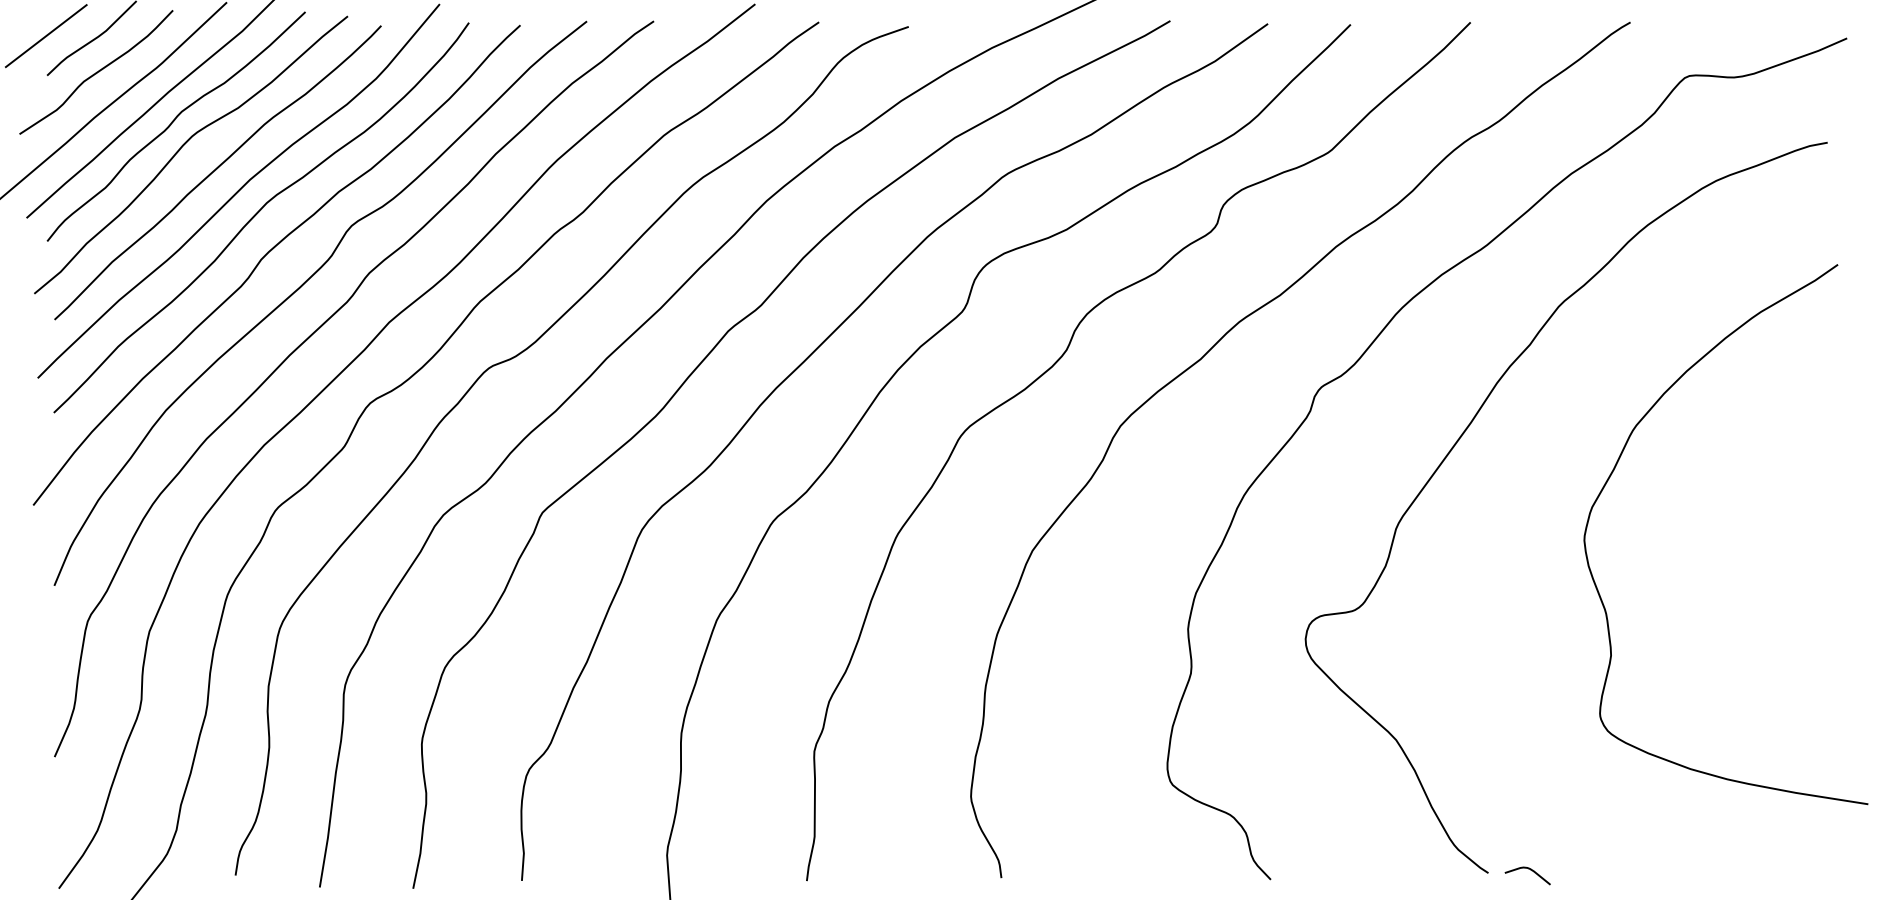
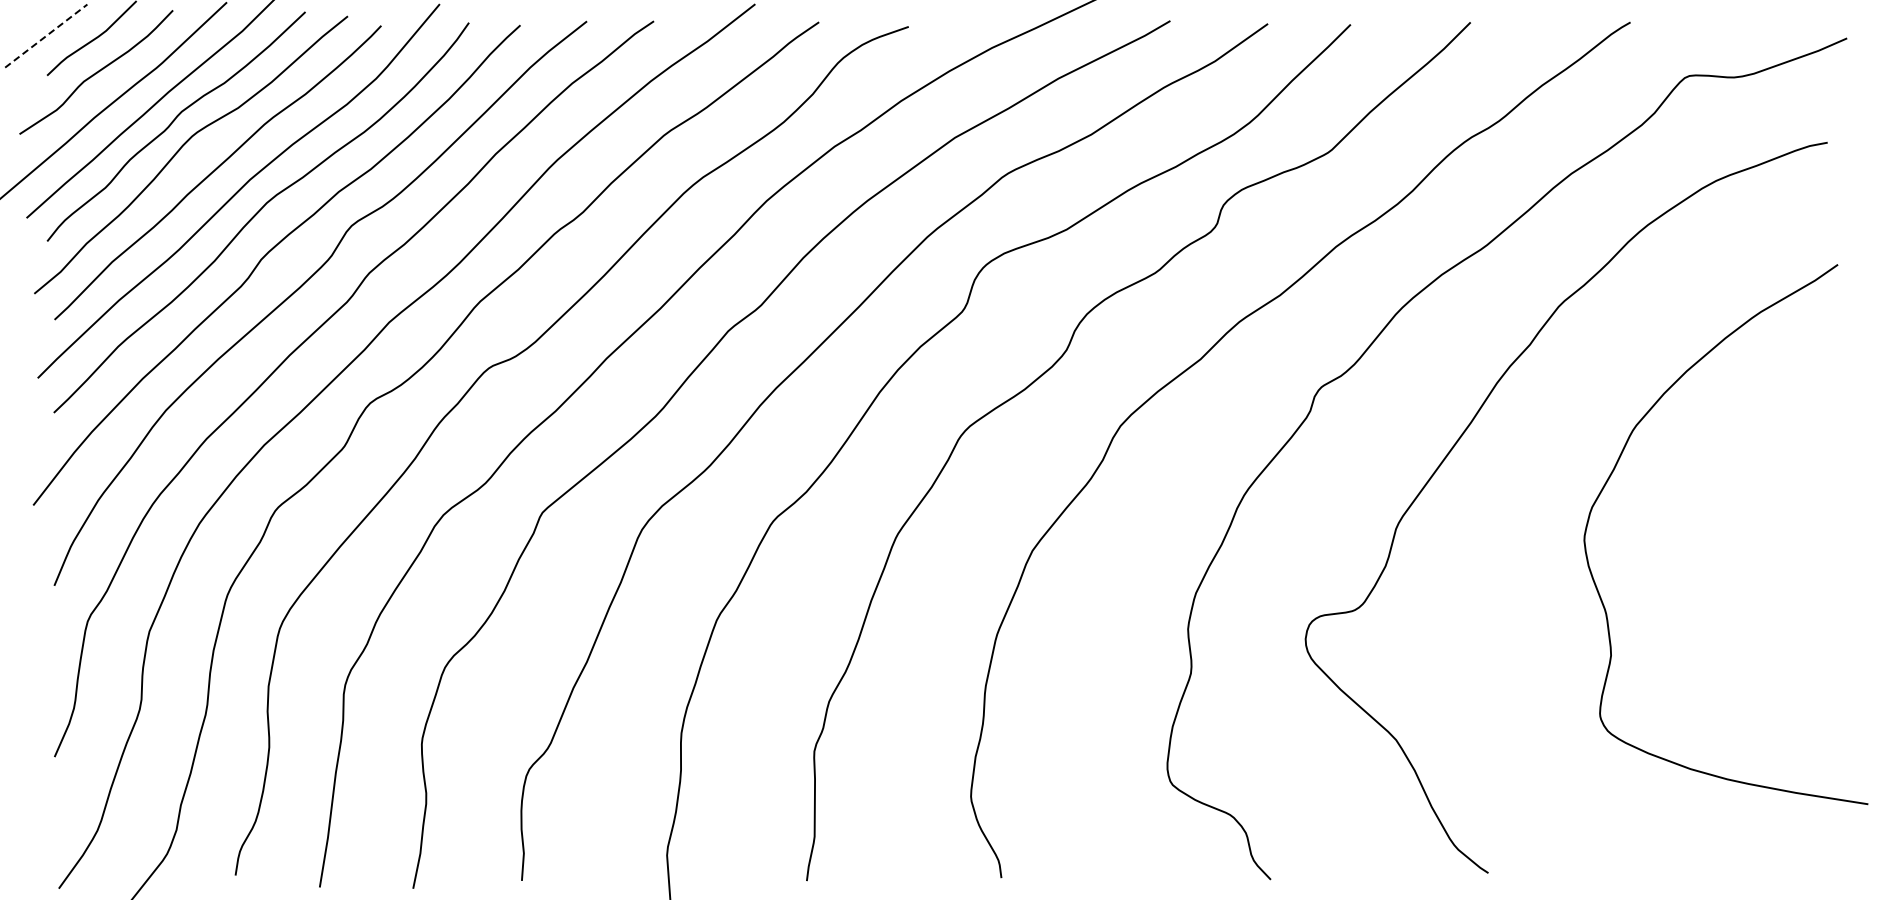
line at (46, 36): solid -> dashed
curve at (1530, 870): present -> none
